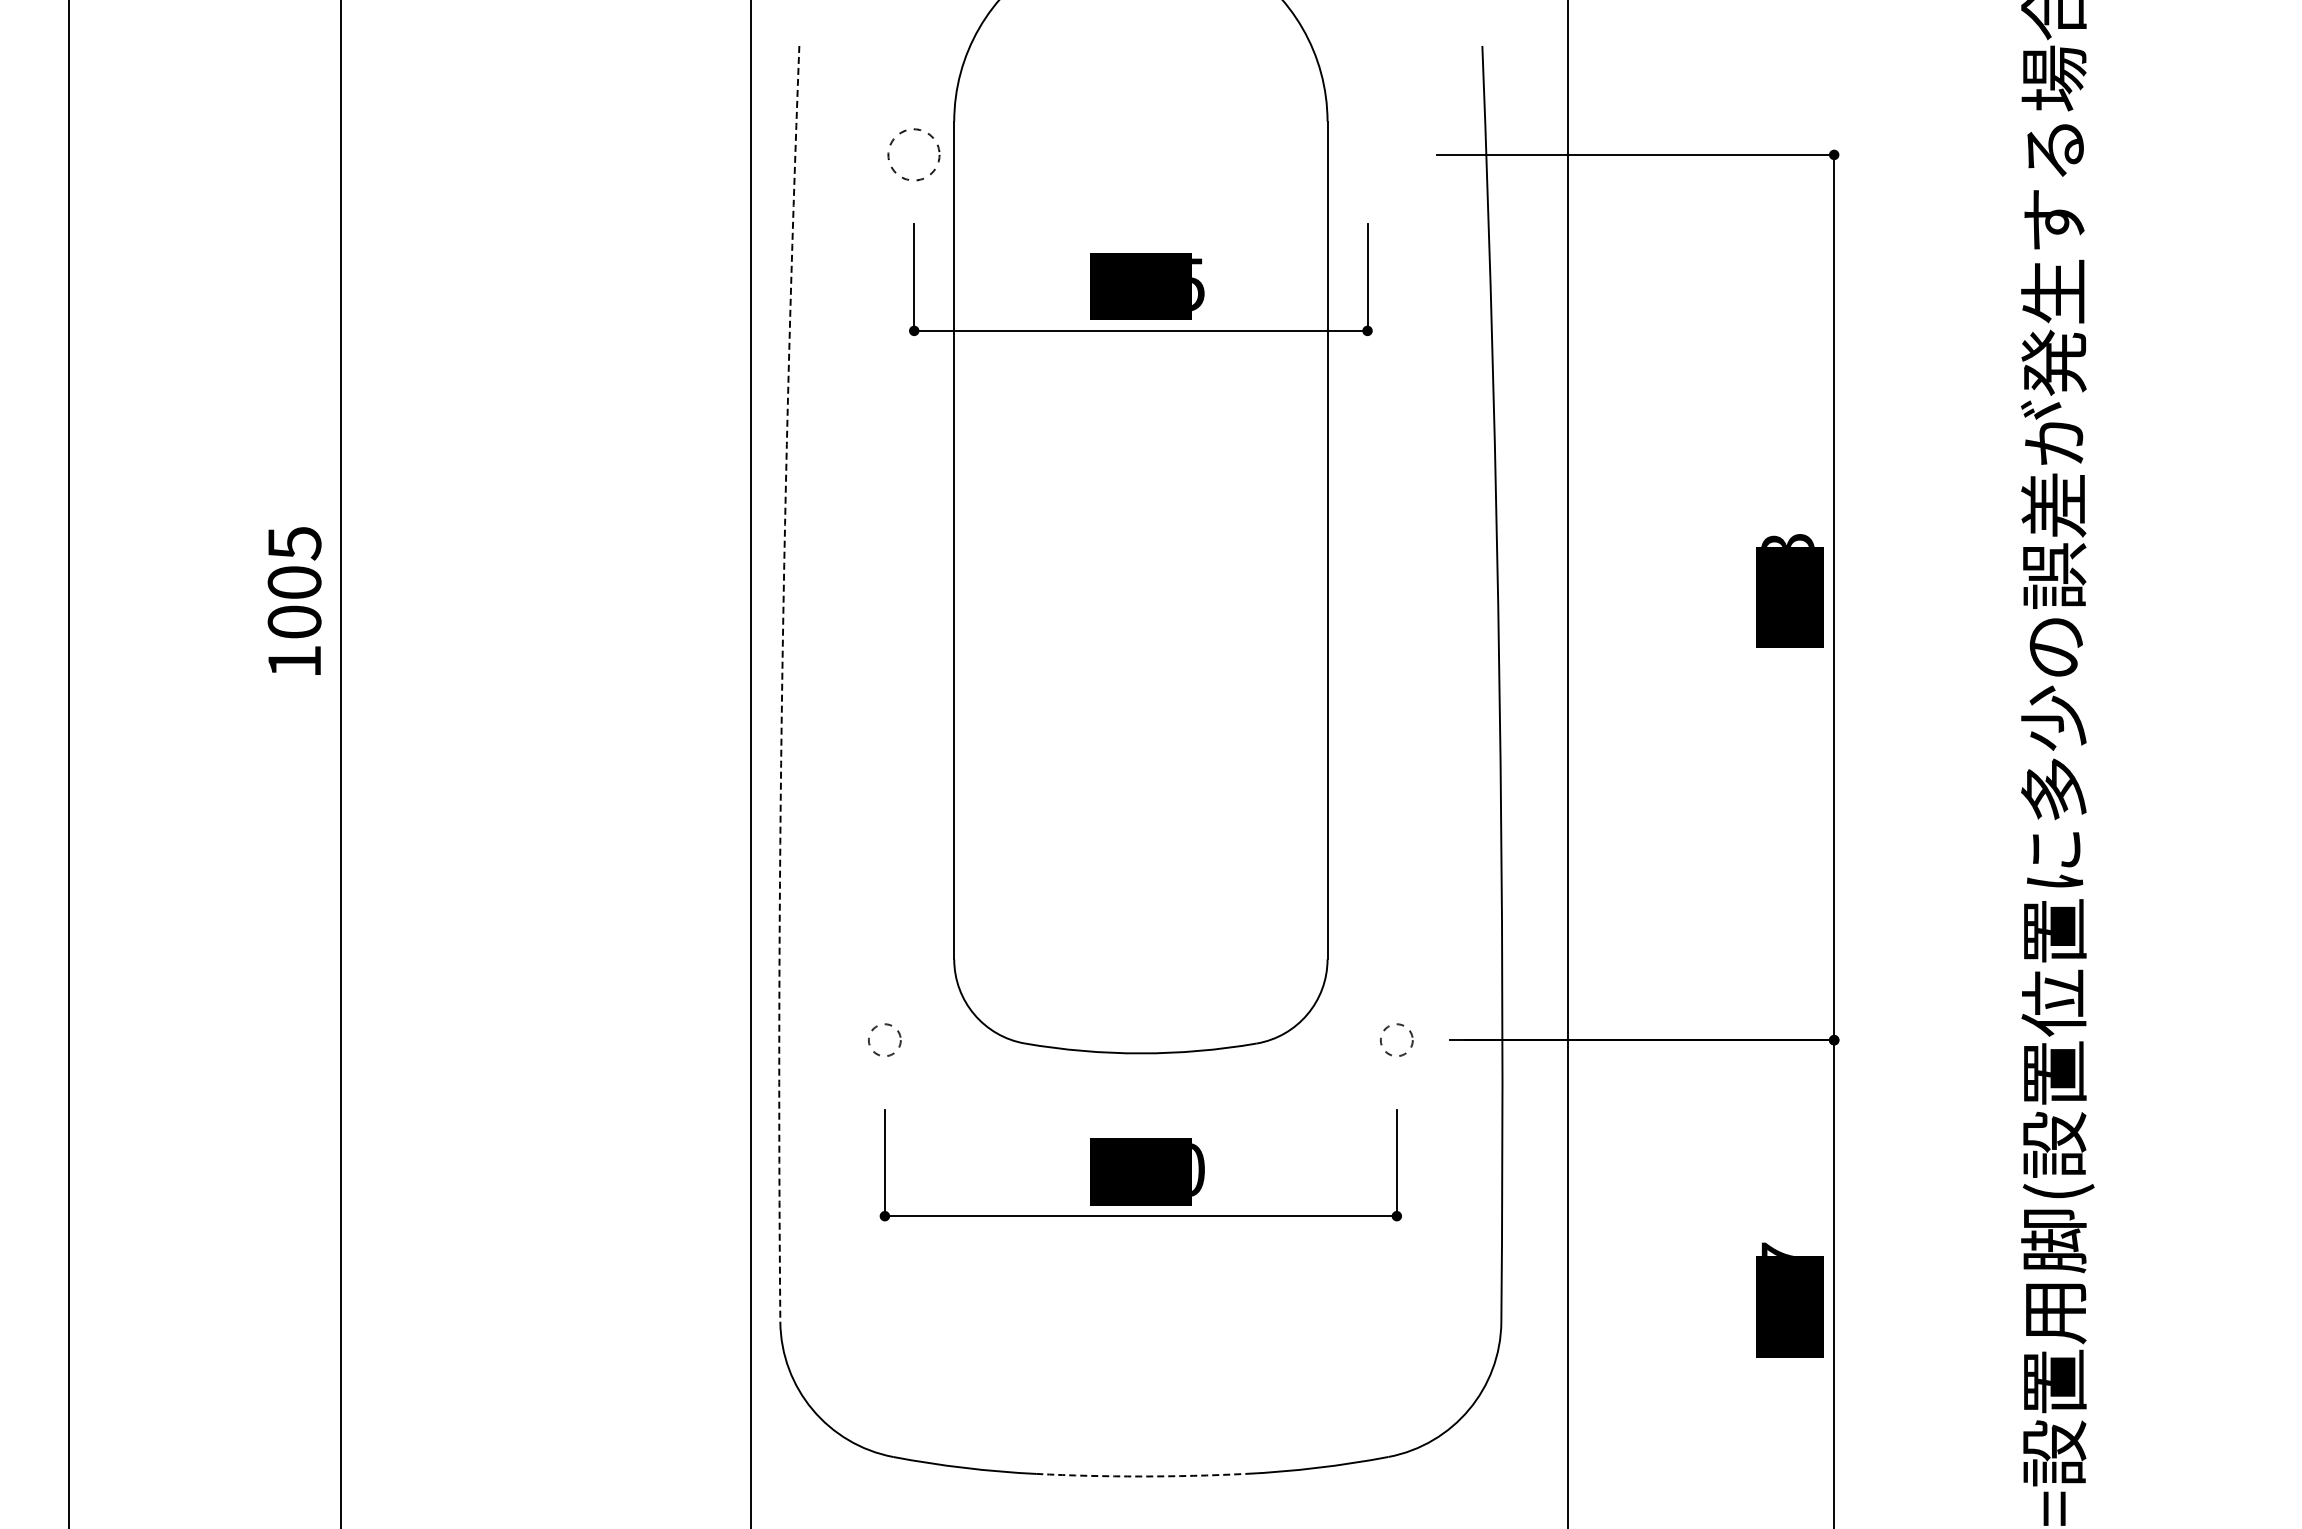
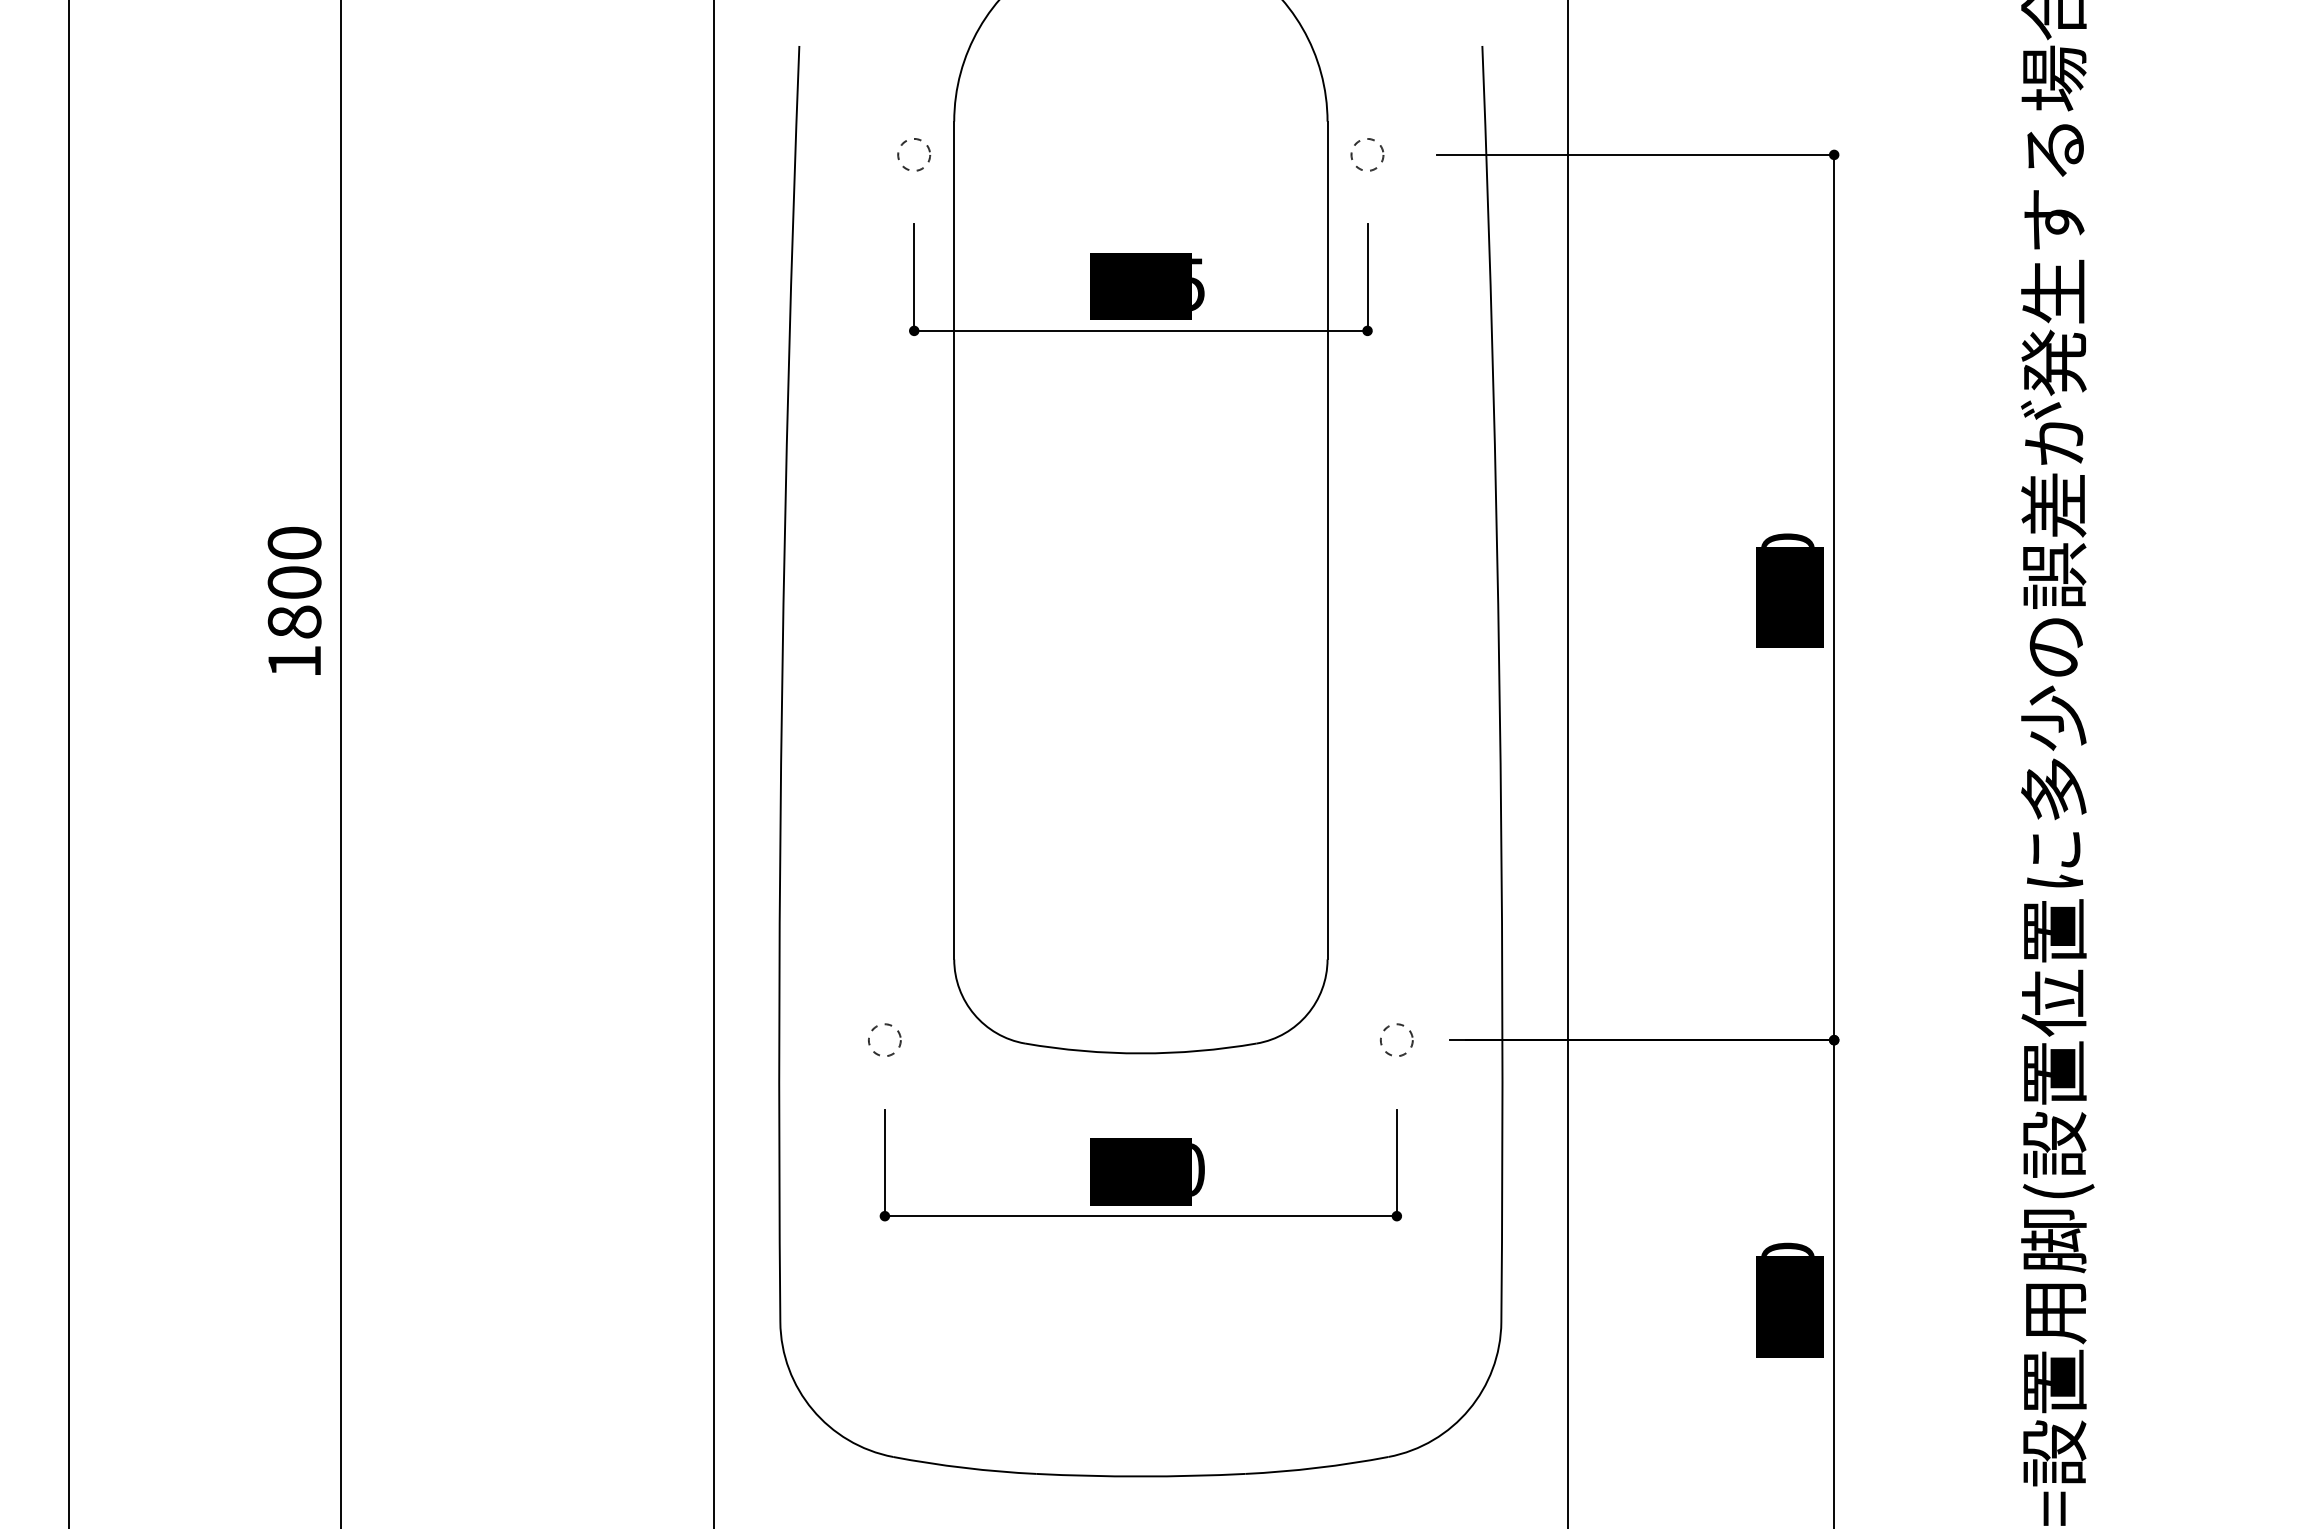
circle at (913, 154) size: 54x54 px -> 35x34 px
circle at (1367, 154): none -> present
text at (1788, 539): 573 -> 830
text at (294, 582): 1005 -> 1800
arc at (782, 683): dashed -> solid
line at (751, 763) position: (751, 763) -> (714, 763)
text at (1787, 1248): 747 -> 500
arc at (1140, 1476): dashed -> solid
